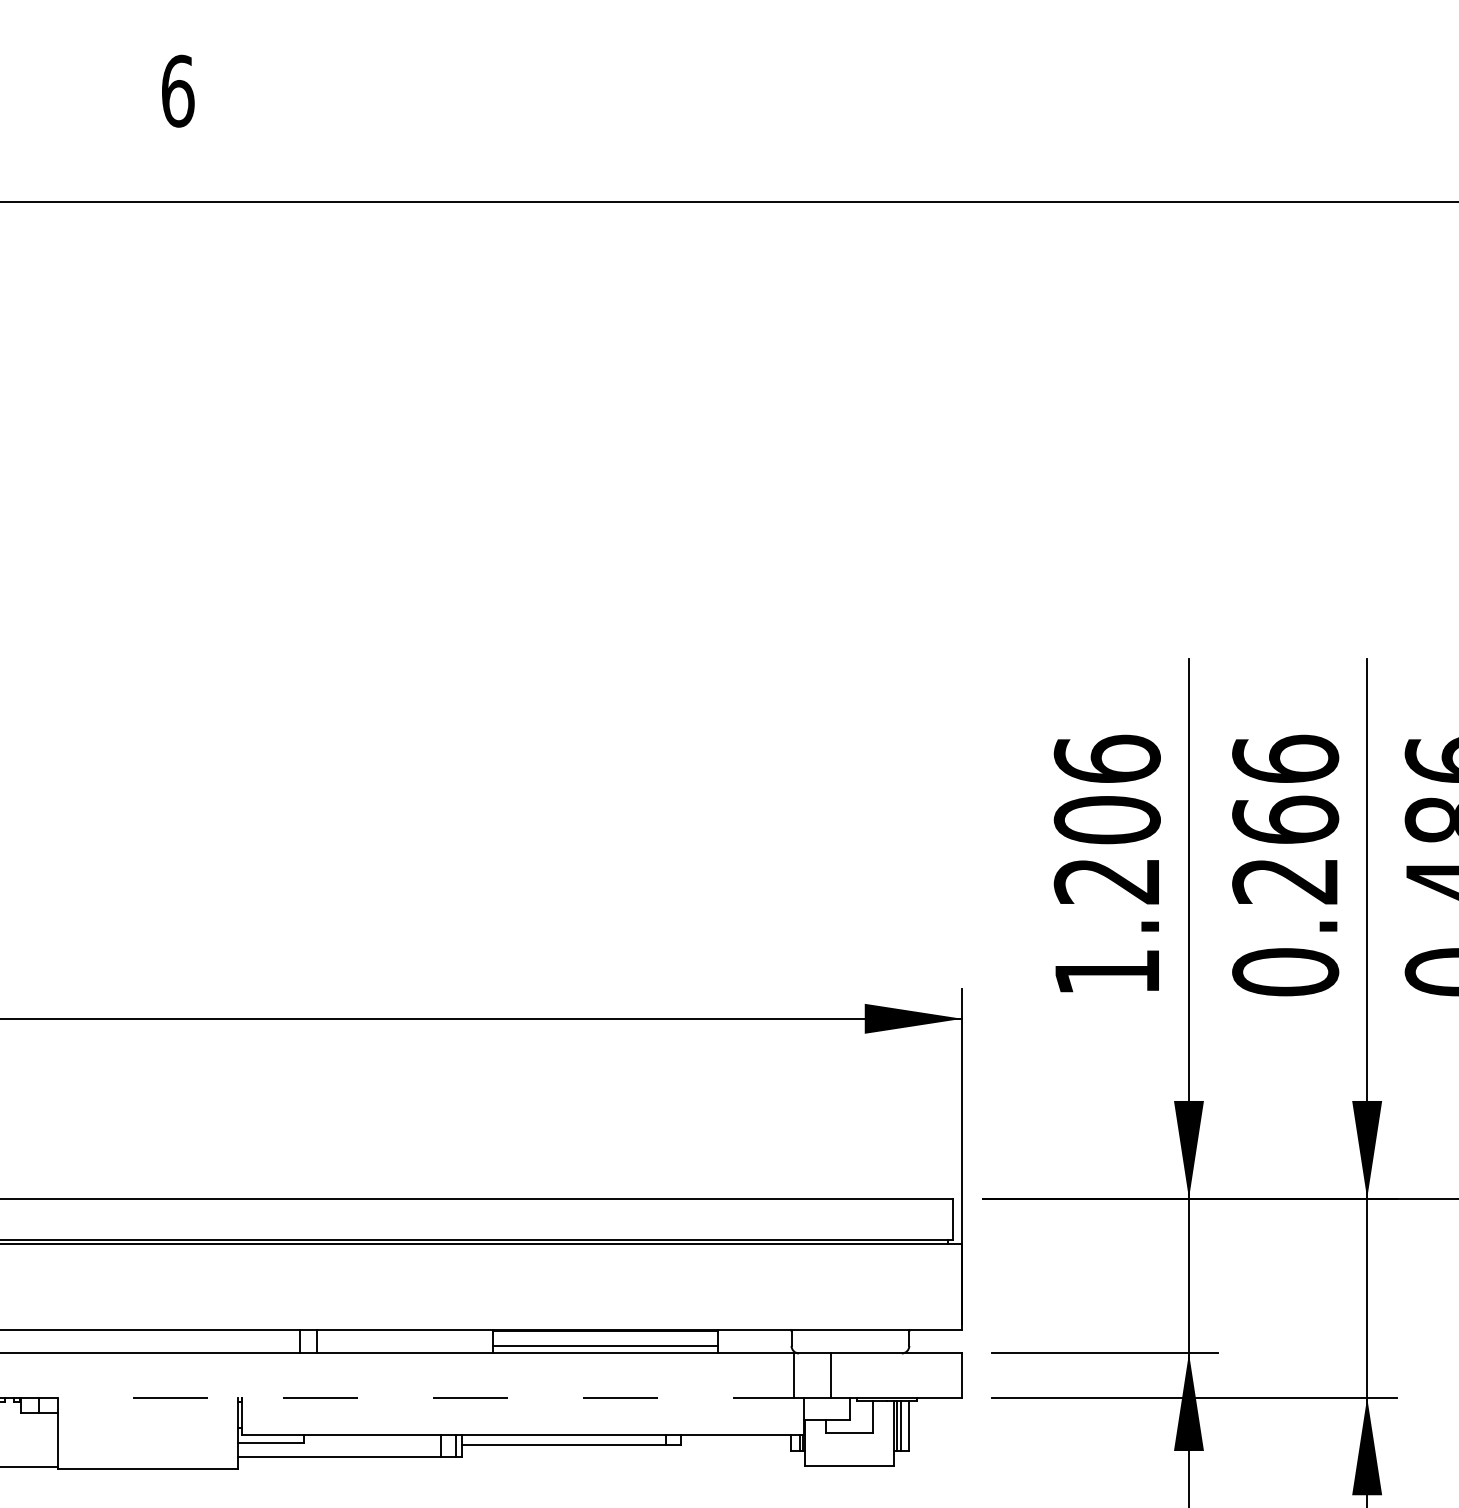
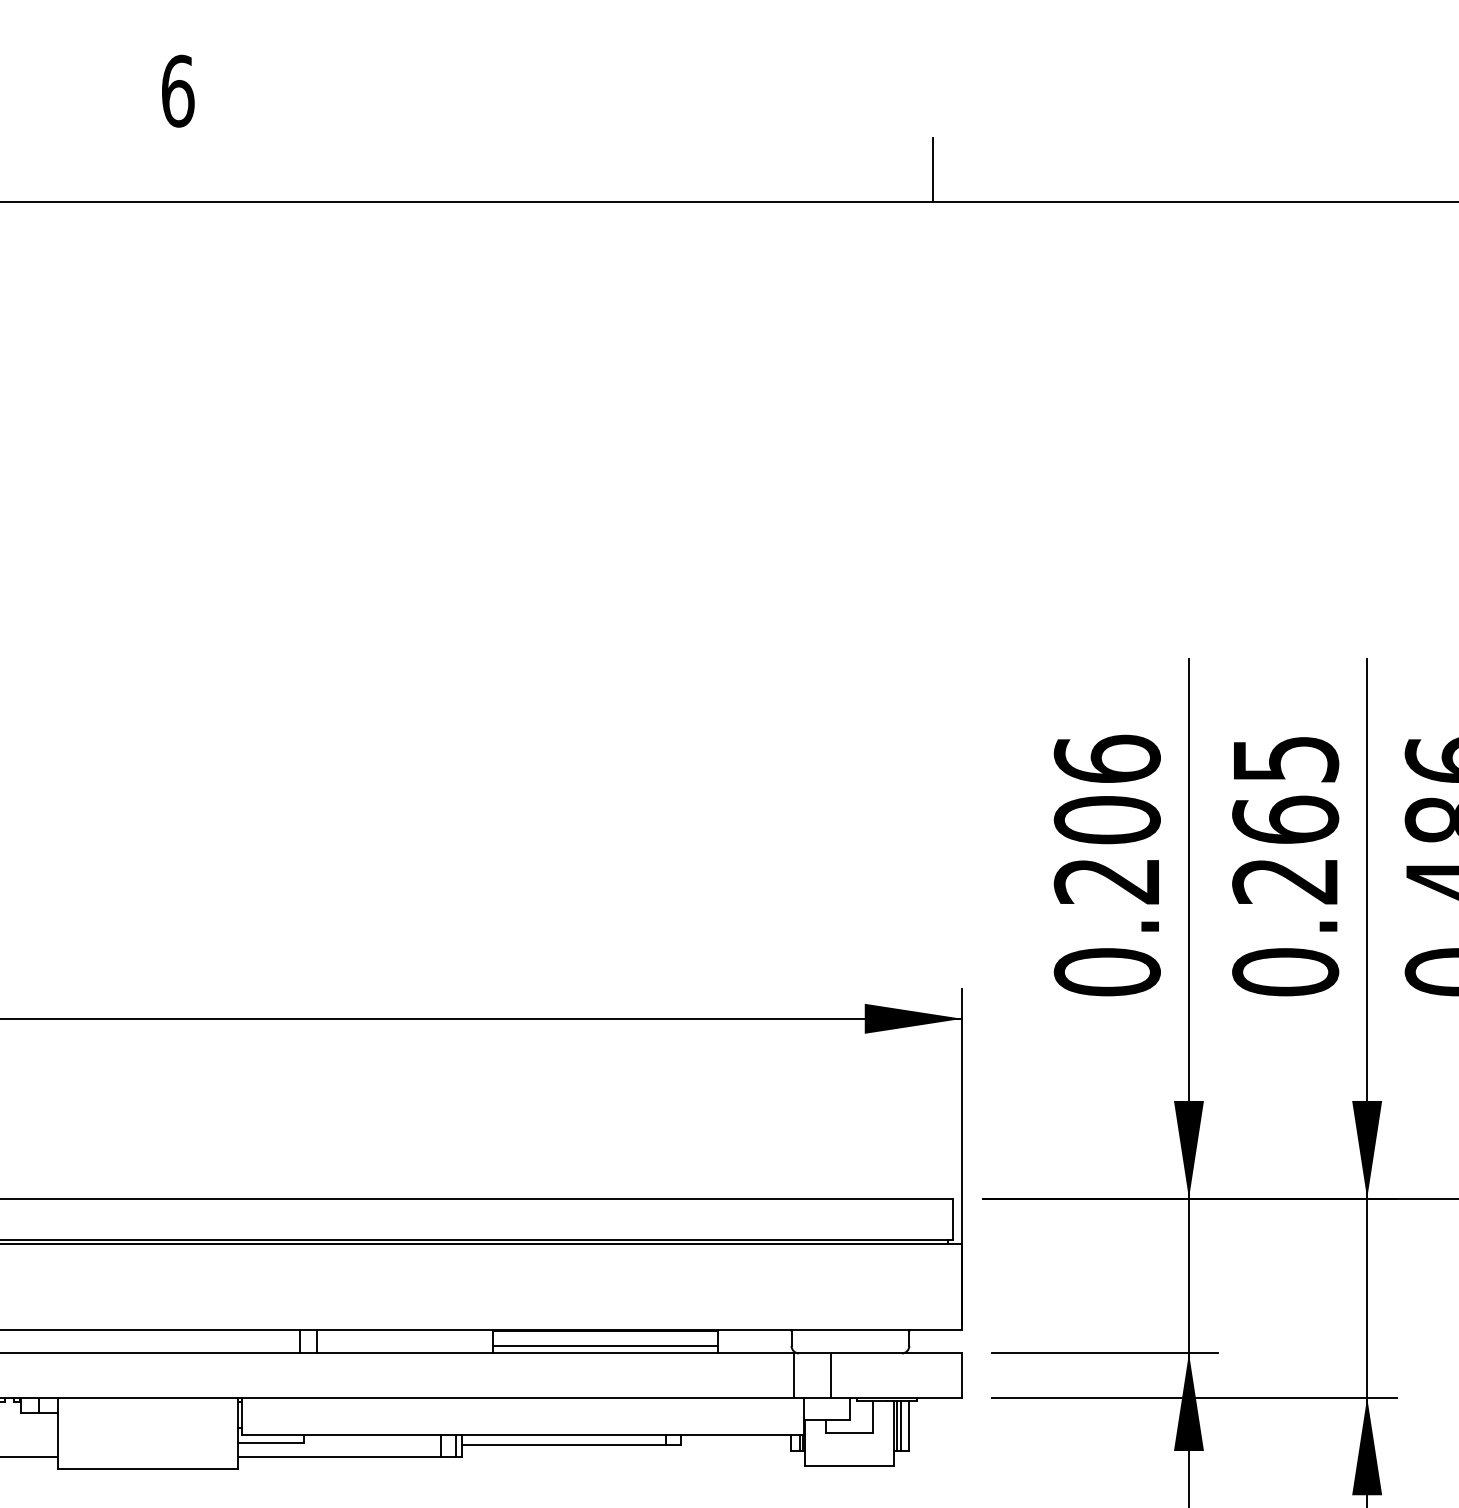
line at (932, 170): none -> present
text at (1285, 758): 0.266 -> 0.265
text at (1106, 972): 1.206 -> 0.206
line at (397, 1397): dashed -> solid
line at (30, 1466) position: (30, 1466) -> (30, 1456)
